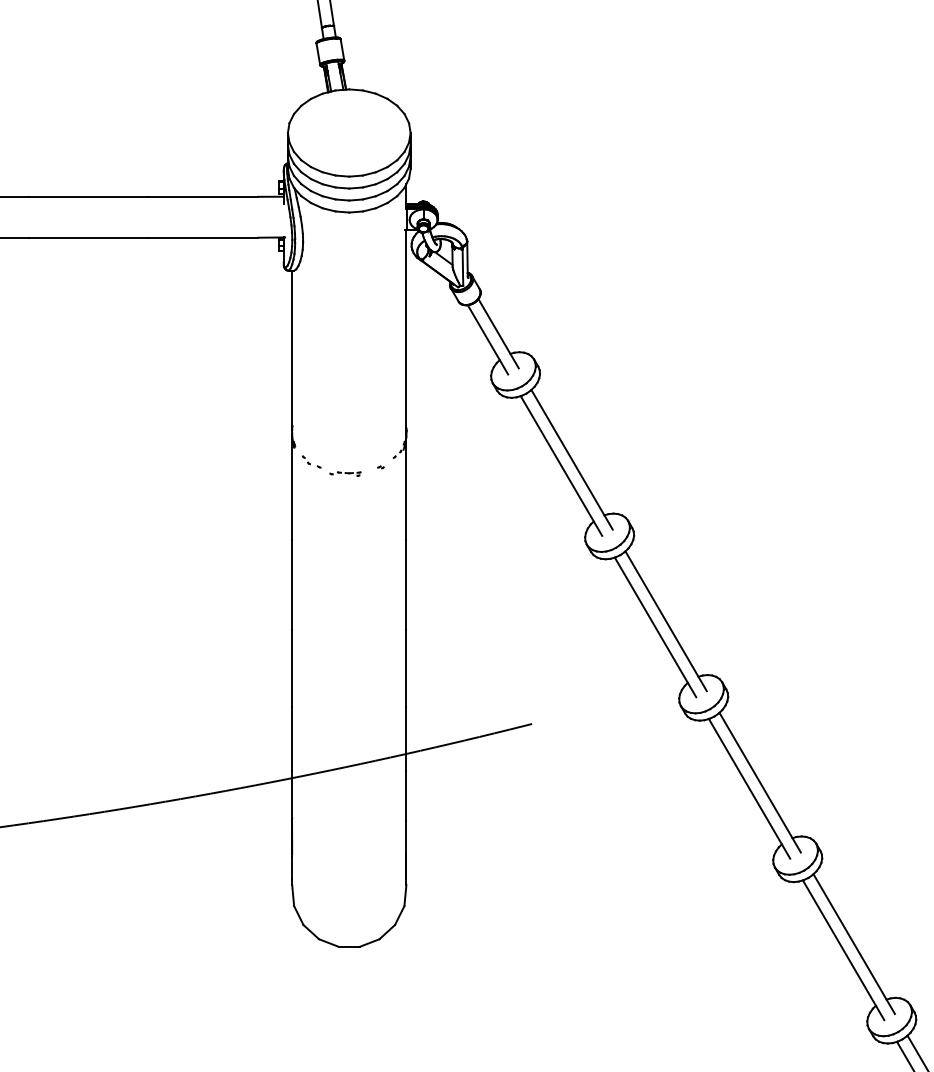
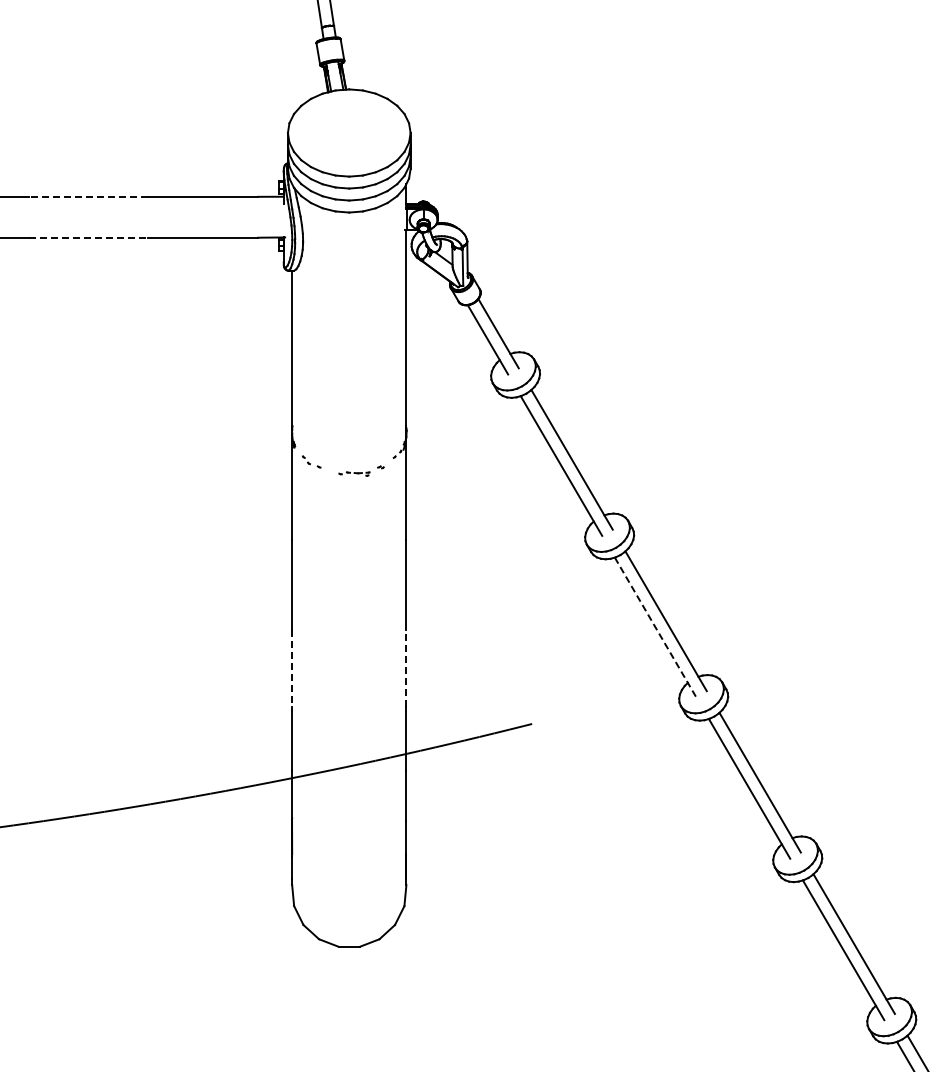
line at (88, 196): solid -> dashed
line at (88, 237): solid -> dashed
part at (345, 473) position: (345, 473) -> (354, 473)
line at (655, 627): solid -> dashed
line at (292, 668): solid -> dashed
line at (406, 668): solid -> dashed
